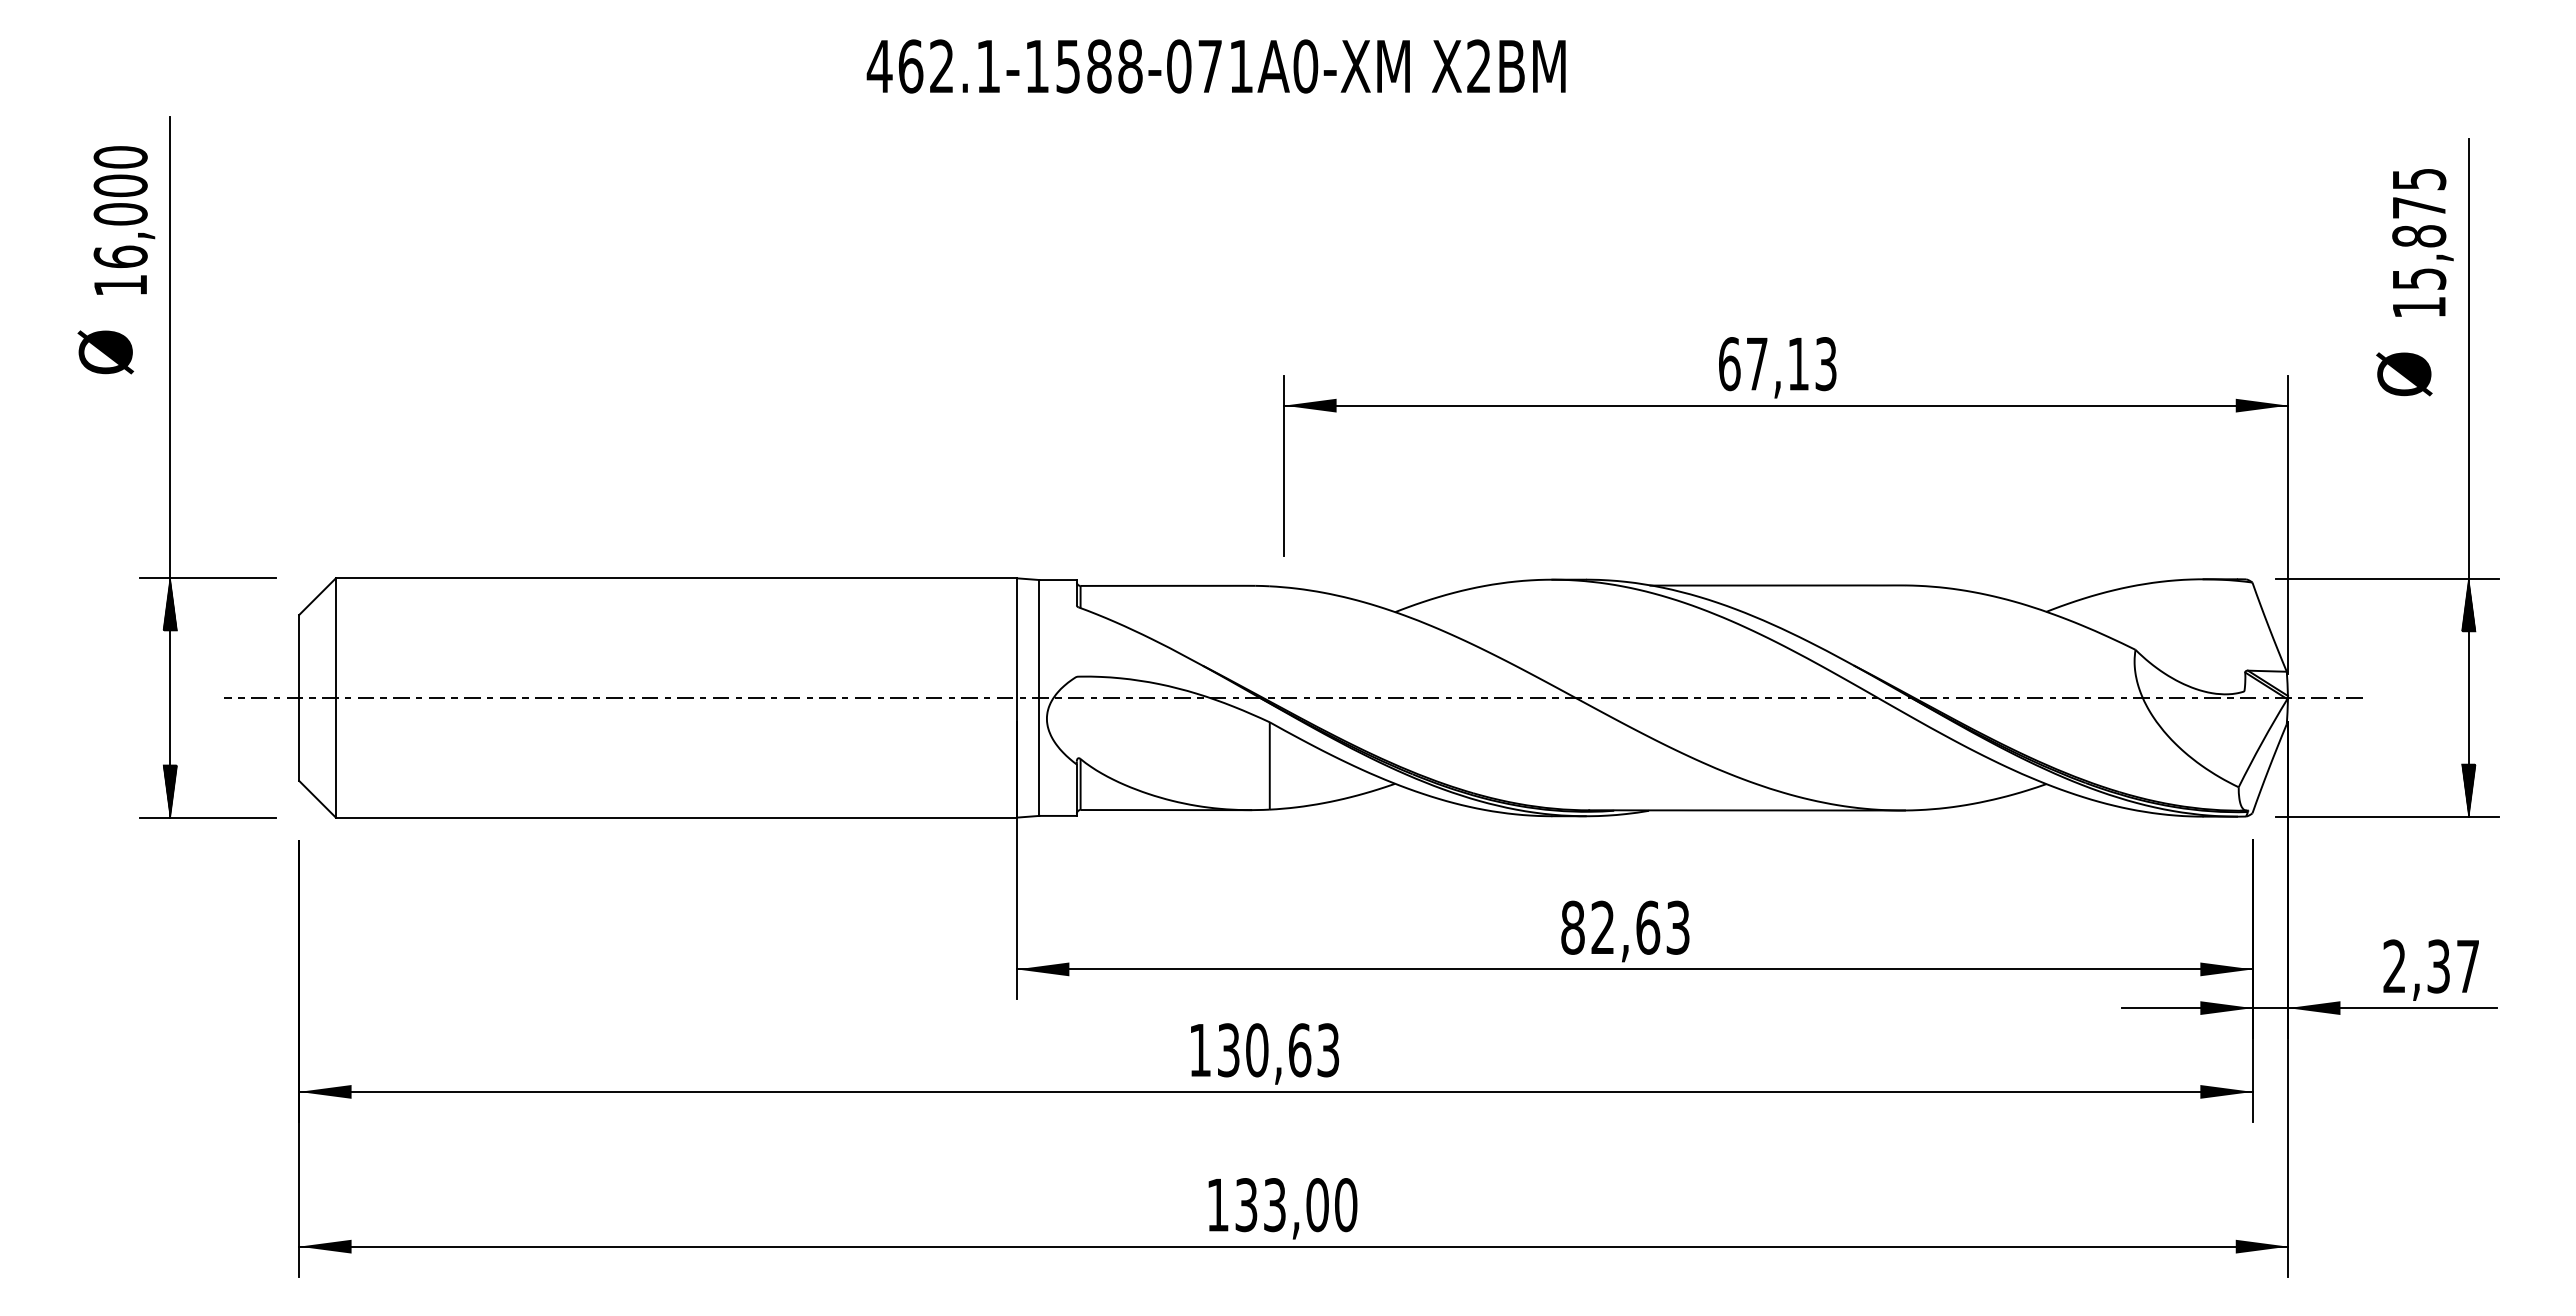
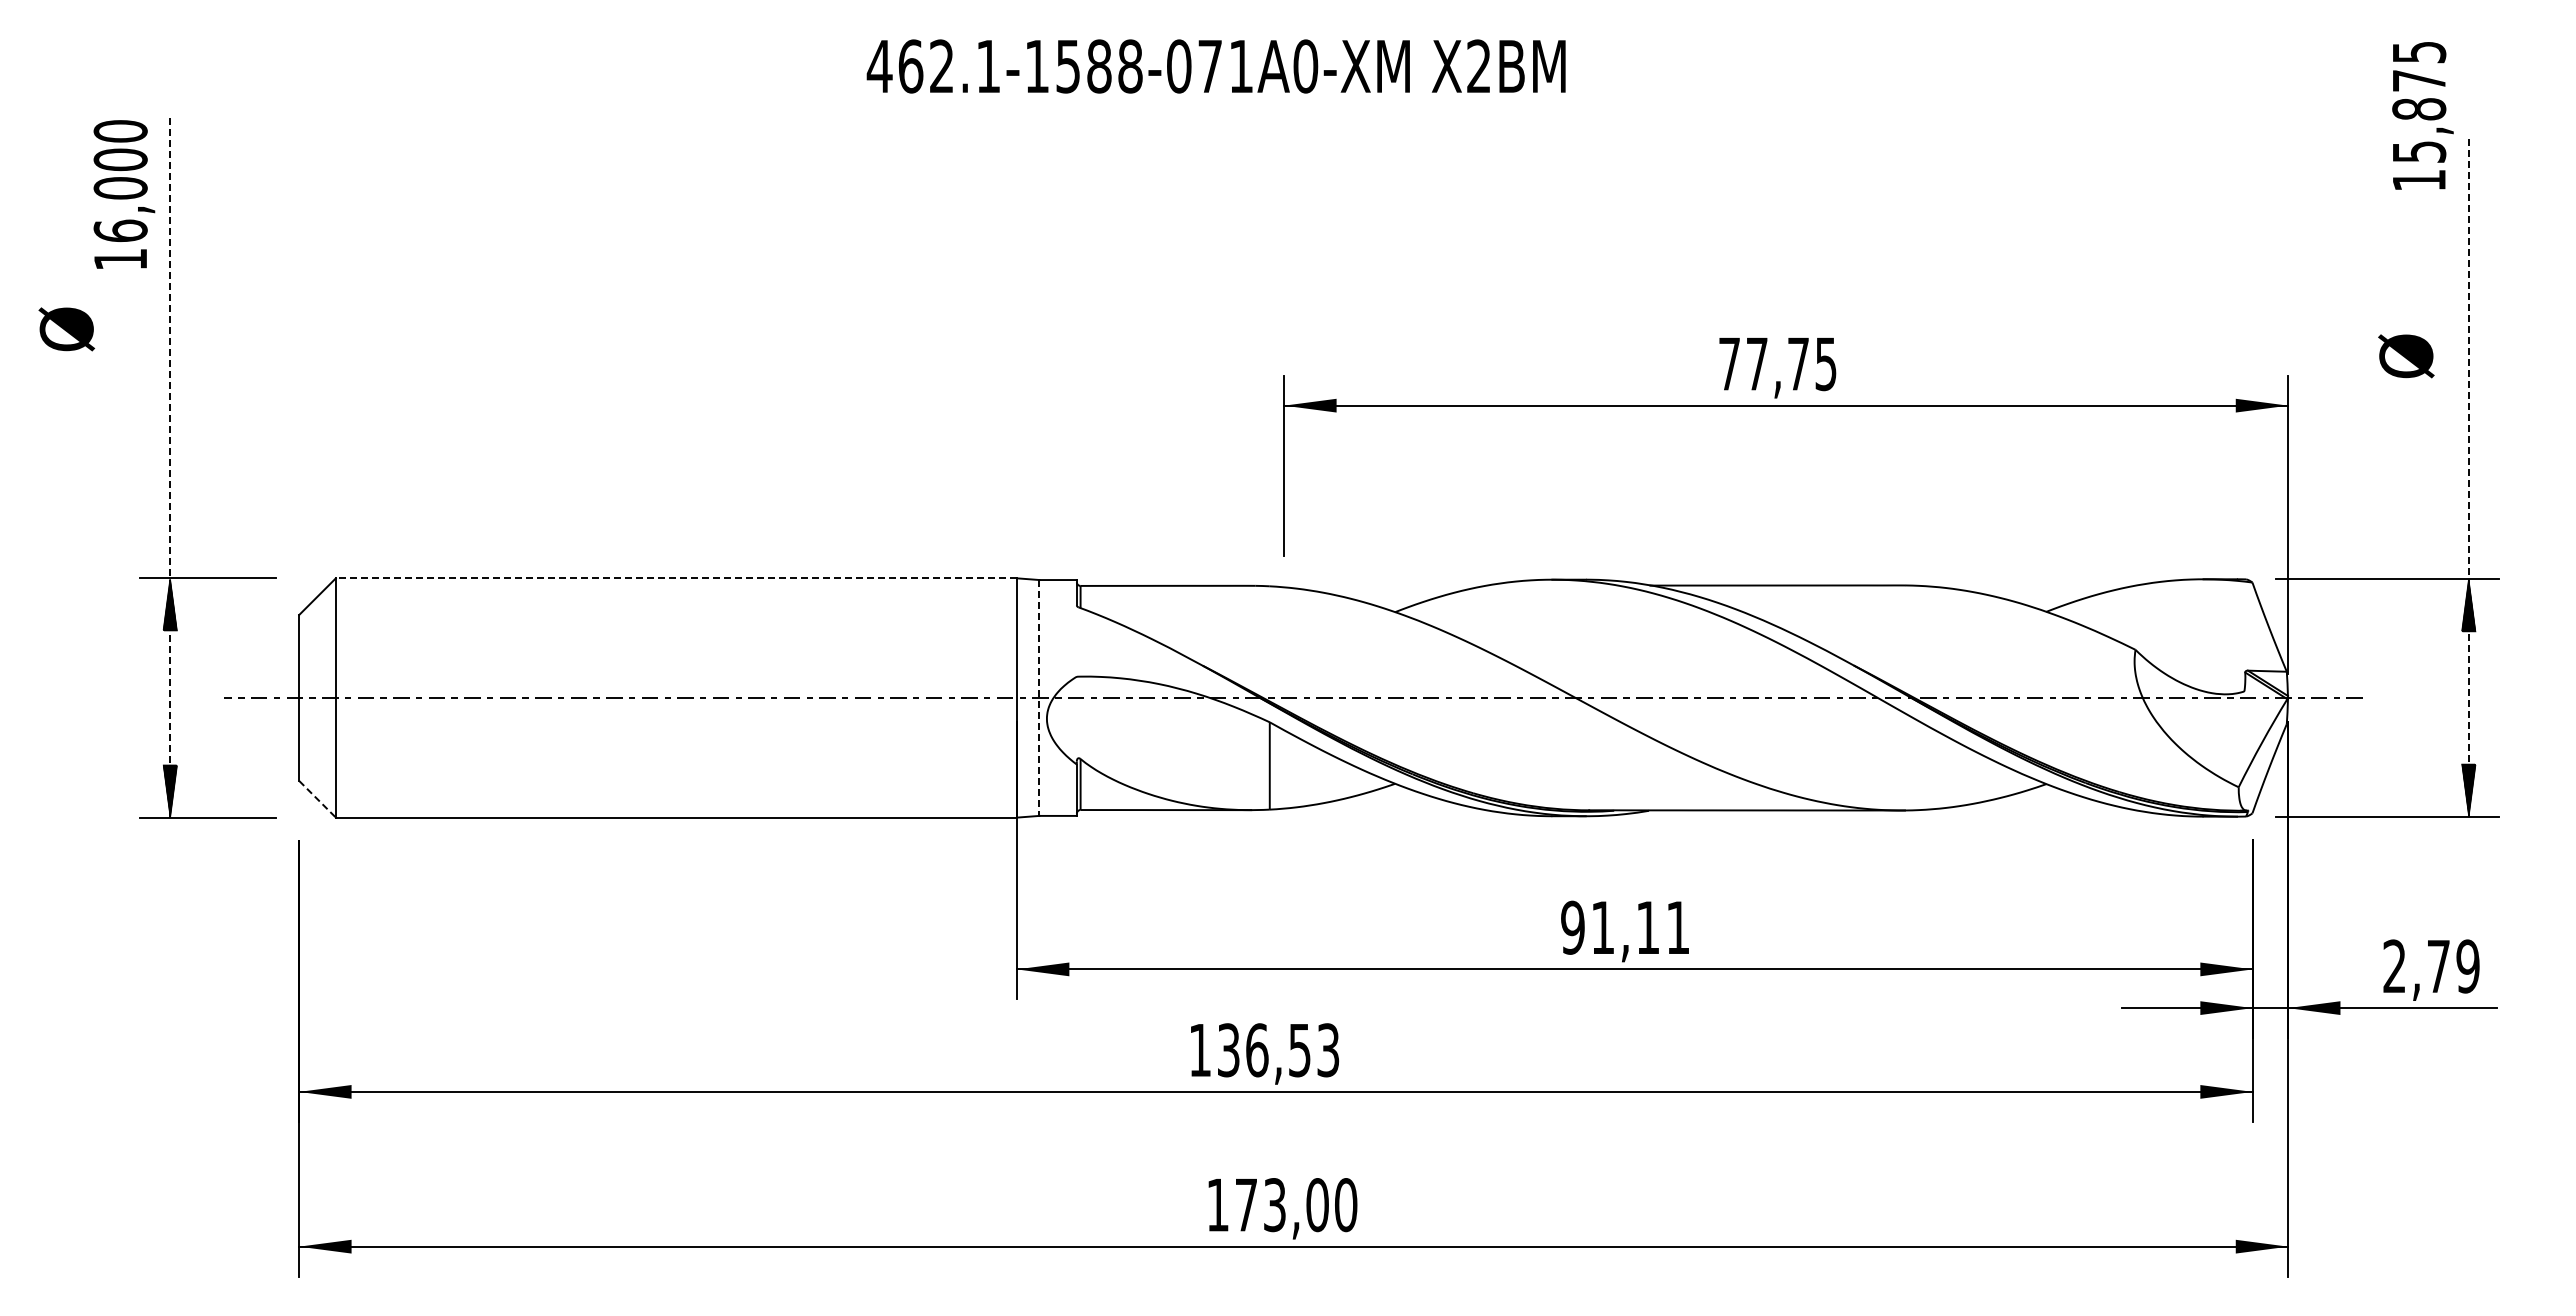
text at (124, 220) position: (124, 220) -> (124, 194)
text at (2422, 242) position: (2422, 242) -> (2422, 115)
text at (105, 352) position: (105, 352) -> (66, 329)
text at (1777, 364): 67,13 -> 77,75
text at (2404, 374) position: (2404, 374) -> (2406, 356)
line at (170, 466): solid -> dashed
line at (2468, 477): solid -> dashed
line at (676, 578): solid -> dashed
line at (1039, 697): solid -> dashed
line at (317, 799): solid -> dashed
text at (1625, 927): 82,63 -> 91,11
text at (2453, 966): 2,37 -> 2,79
text at (1278, 1050): 130,63 -> 136,53
text at (1246, 1205): 133,00 -> 173,00
